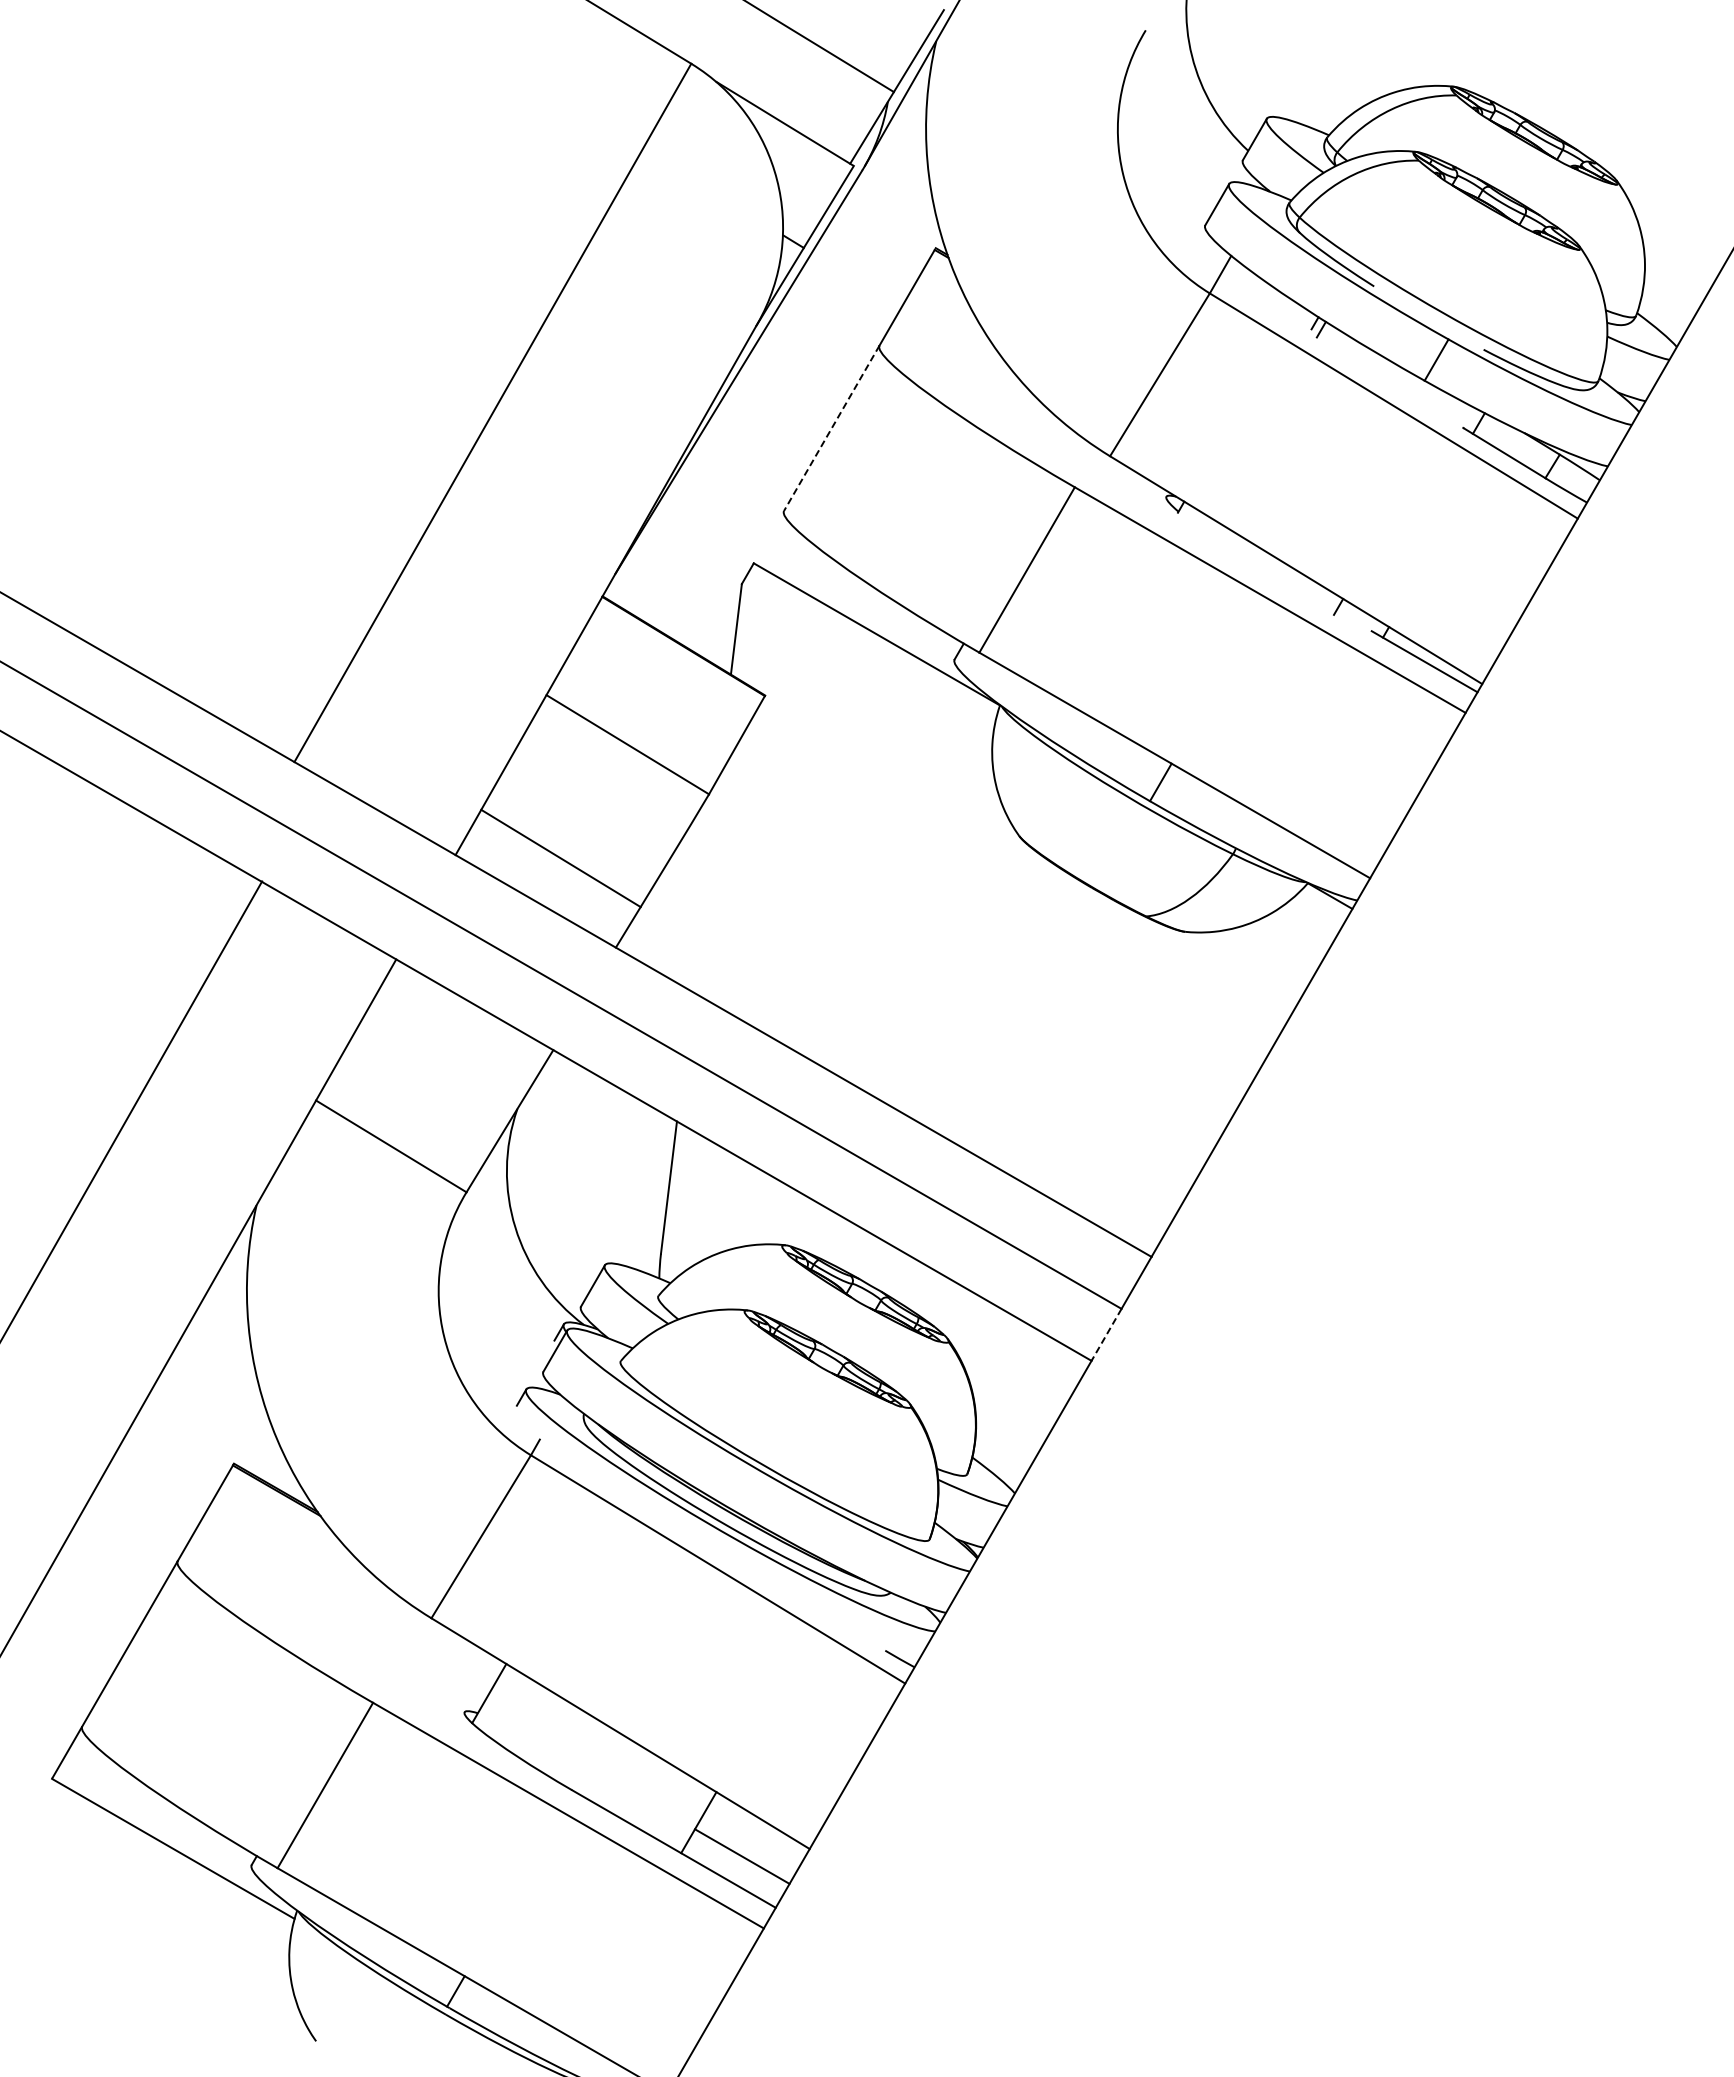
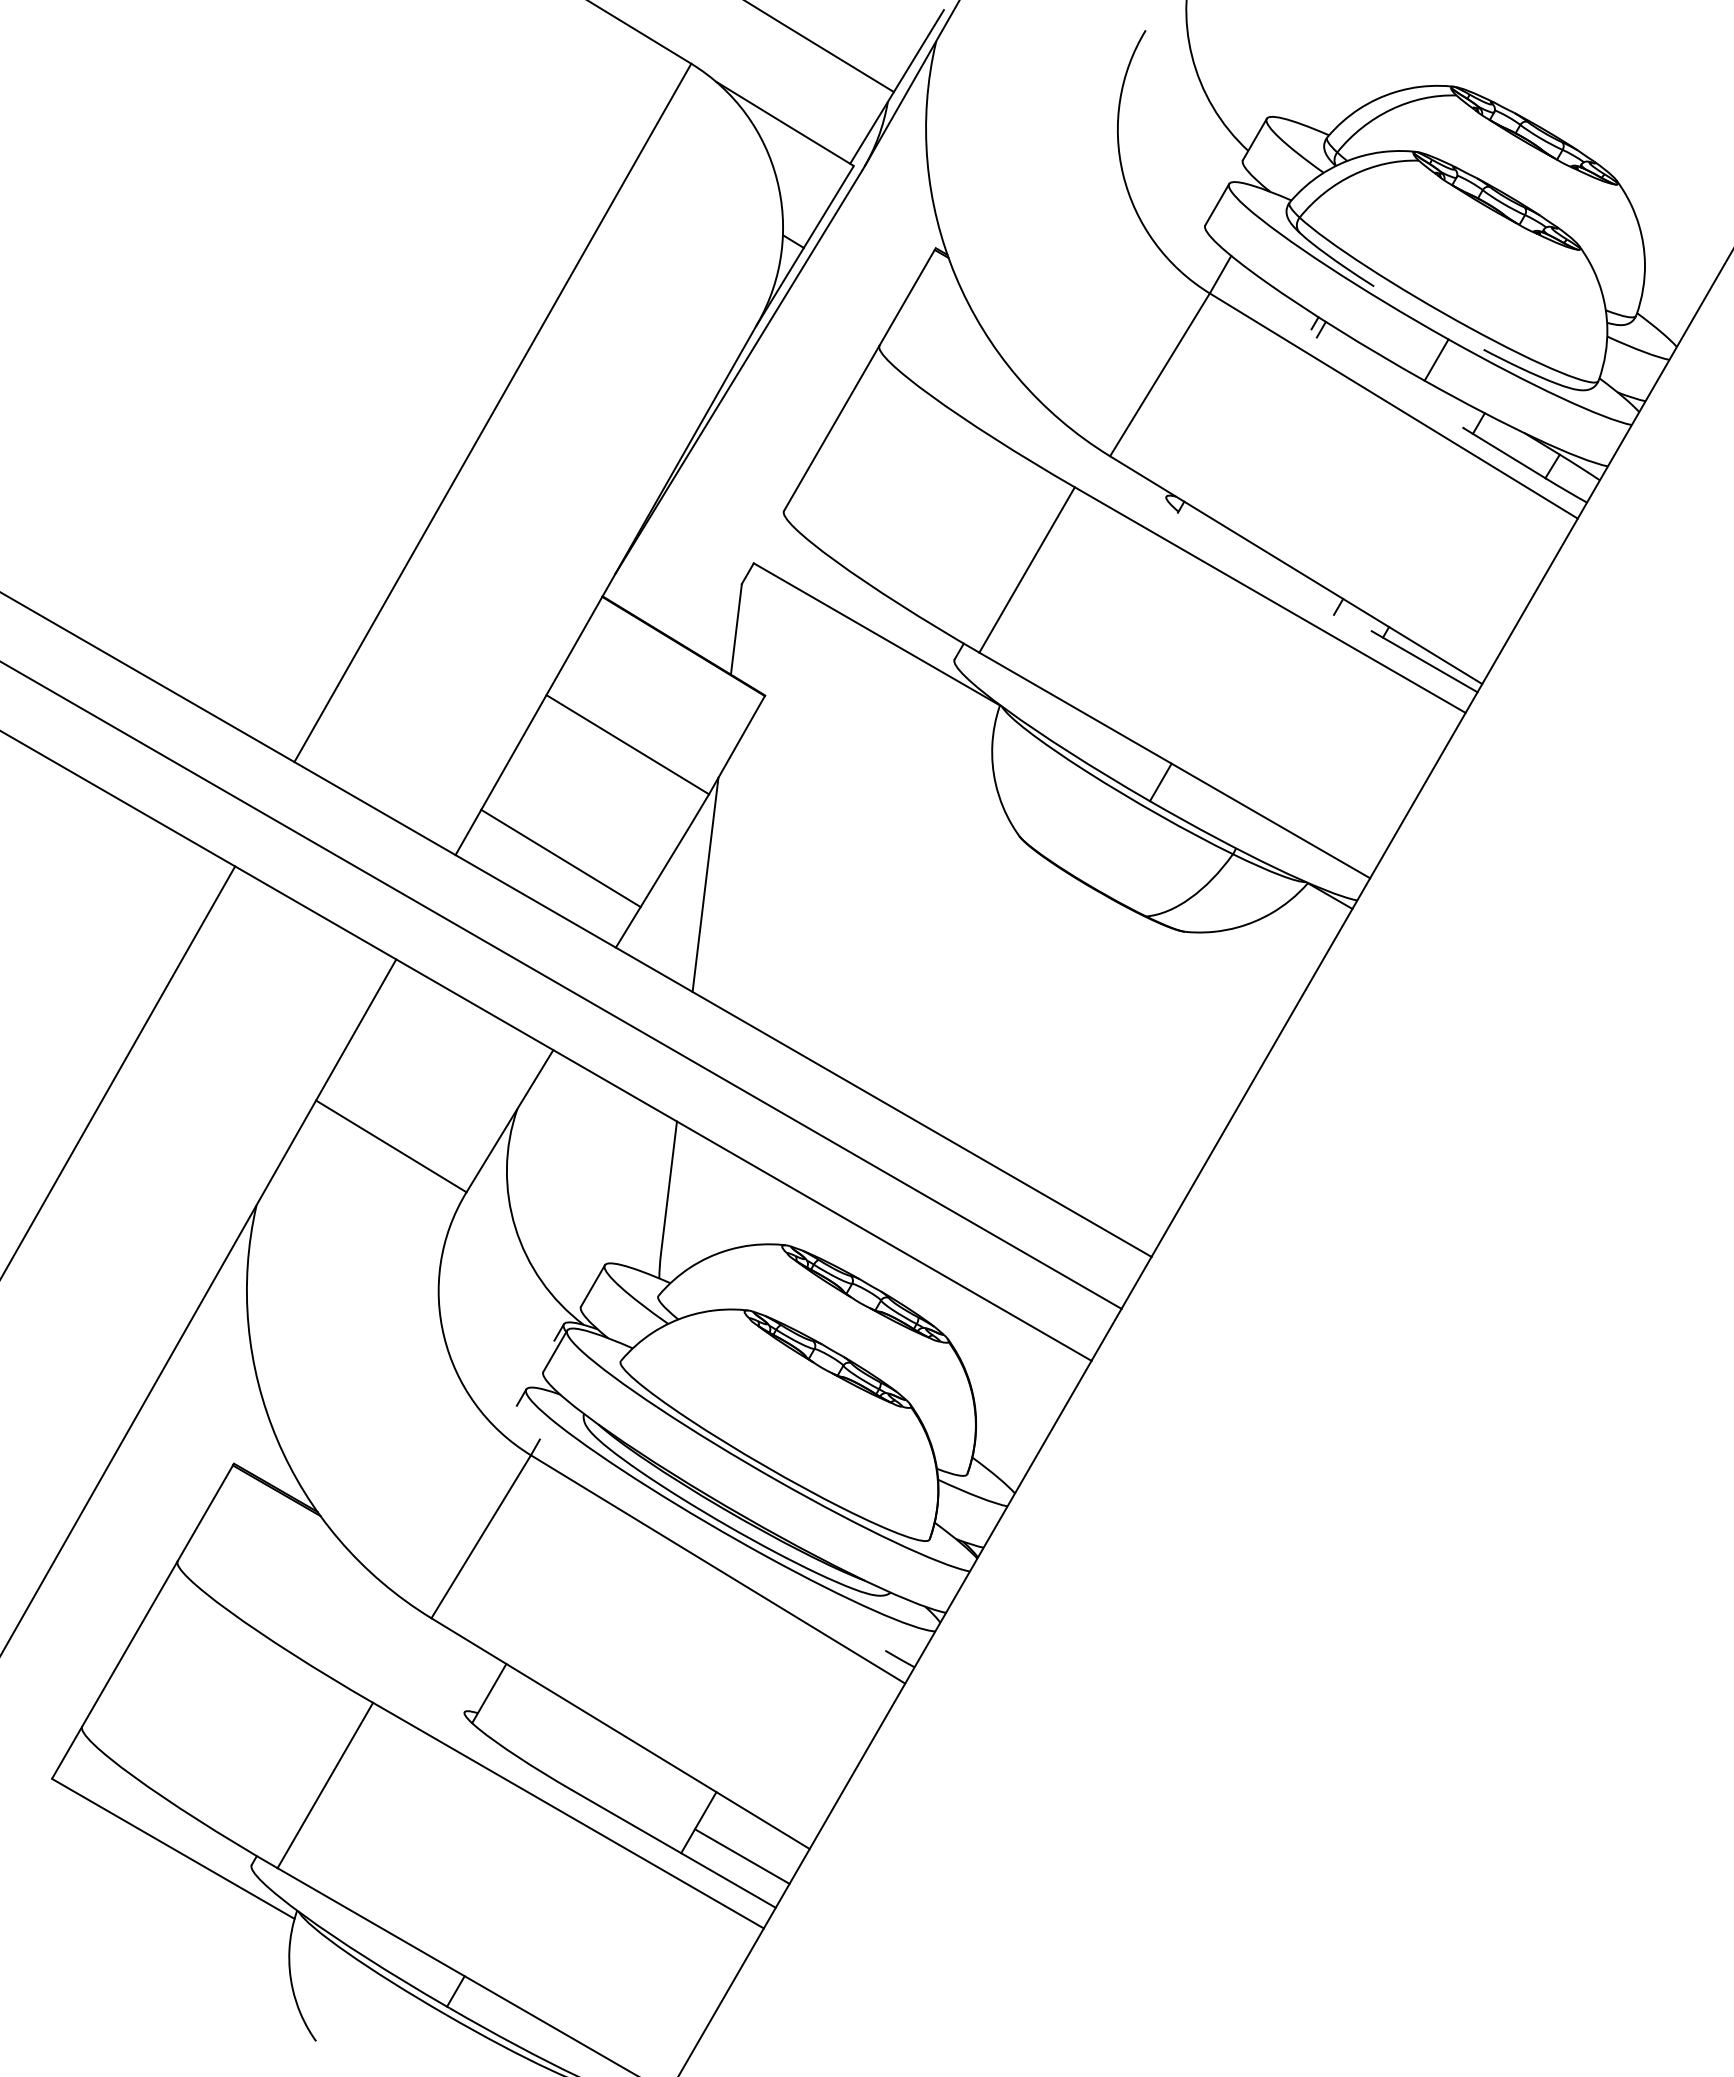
line at (831, 428): dashed -> solid
line at (705, 884): none -> present
line at (132, 1109) position: (132, 1109) -> (118, 1071)
line at (1106, 1335): dashed -> solid
